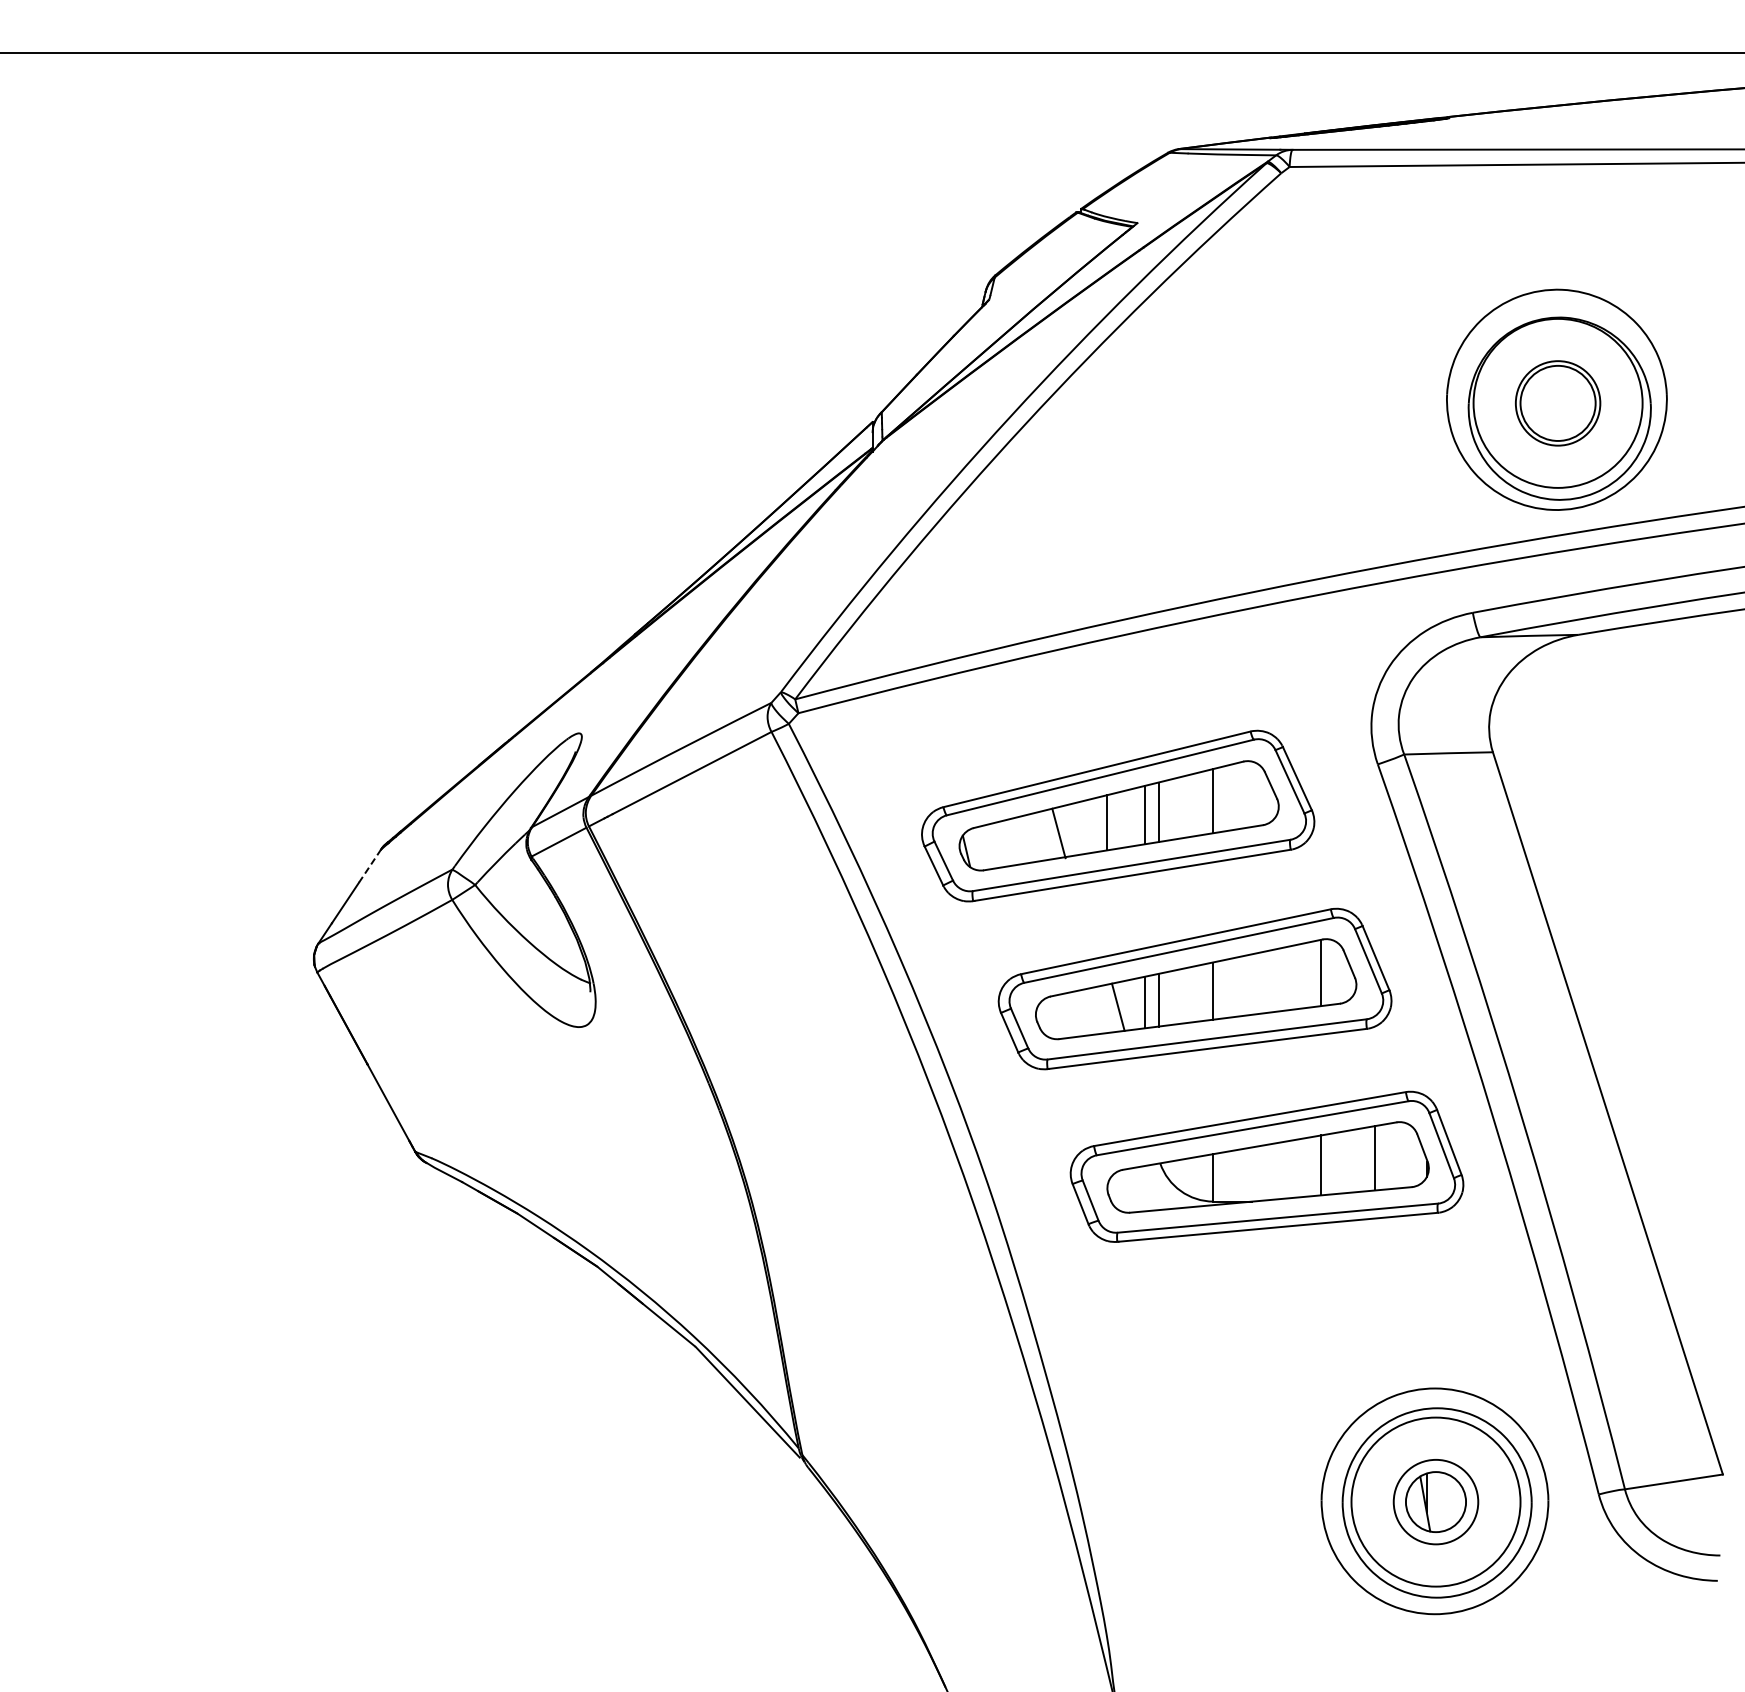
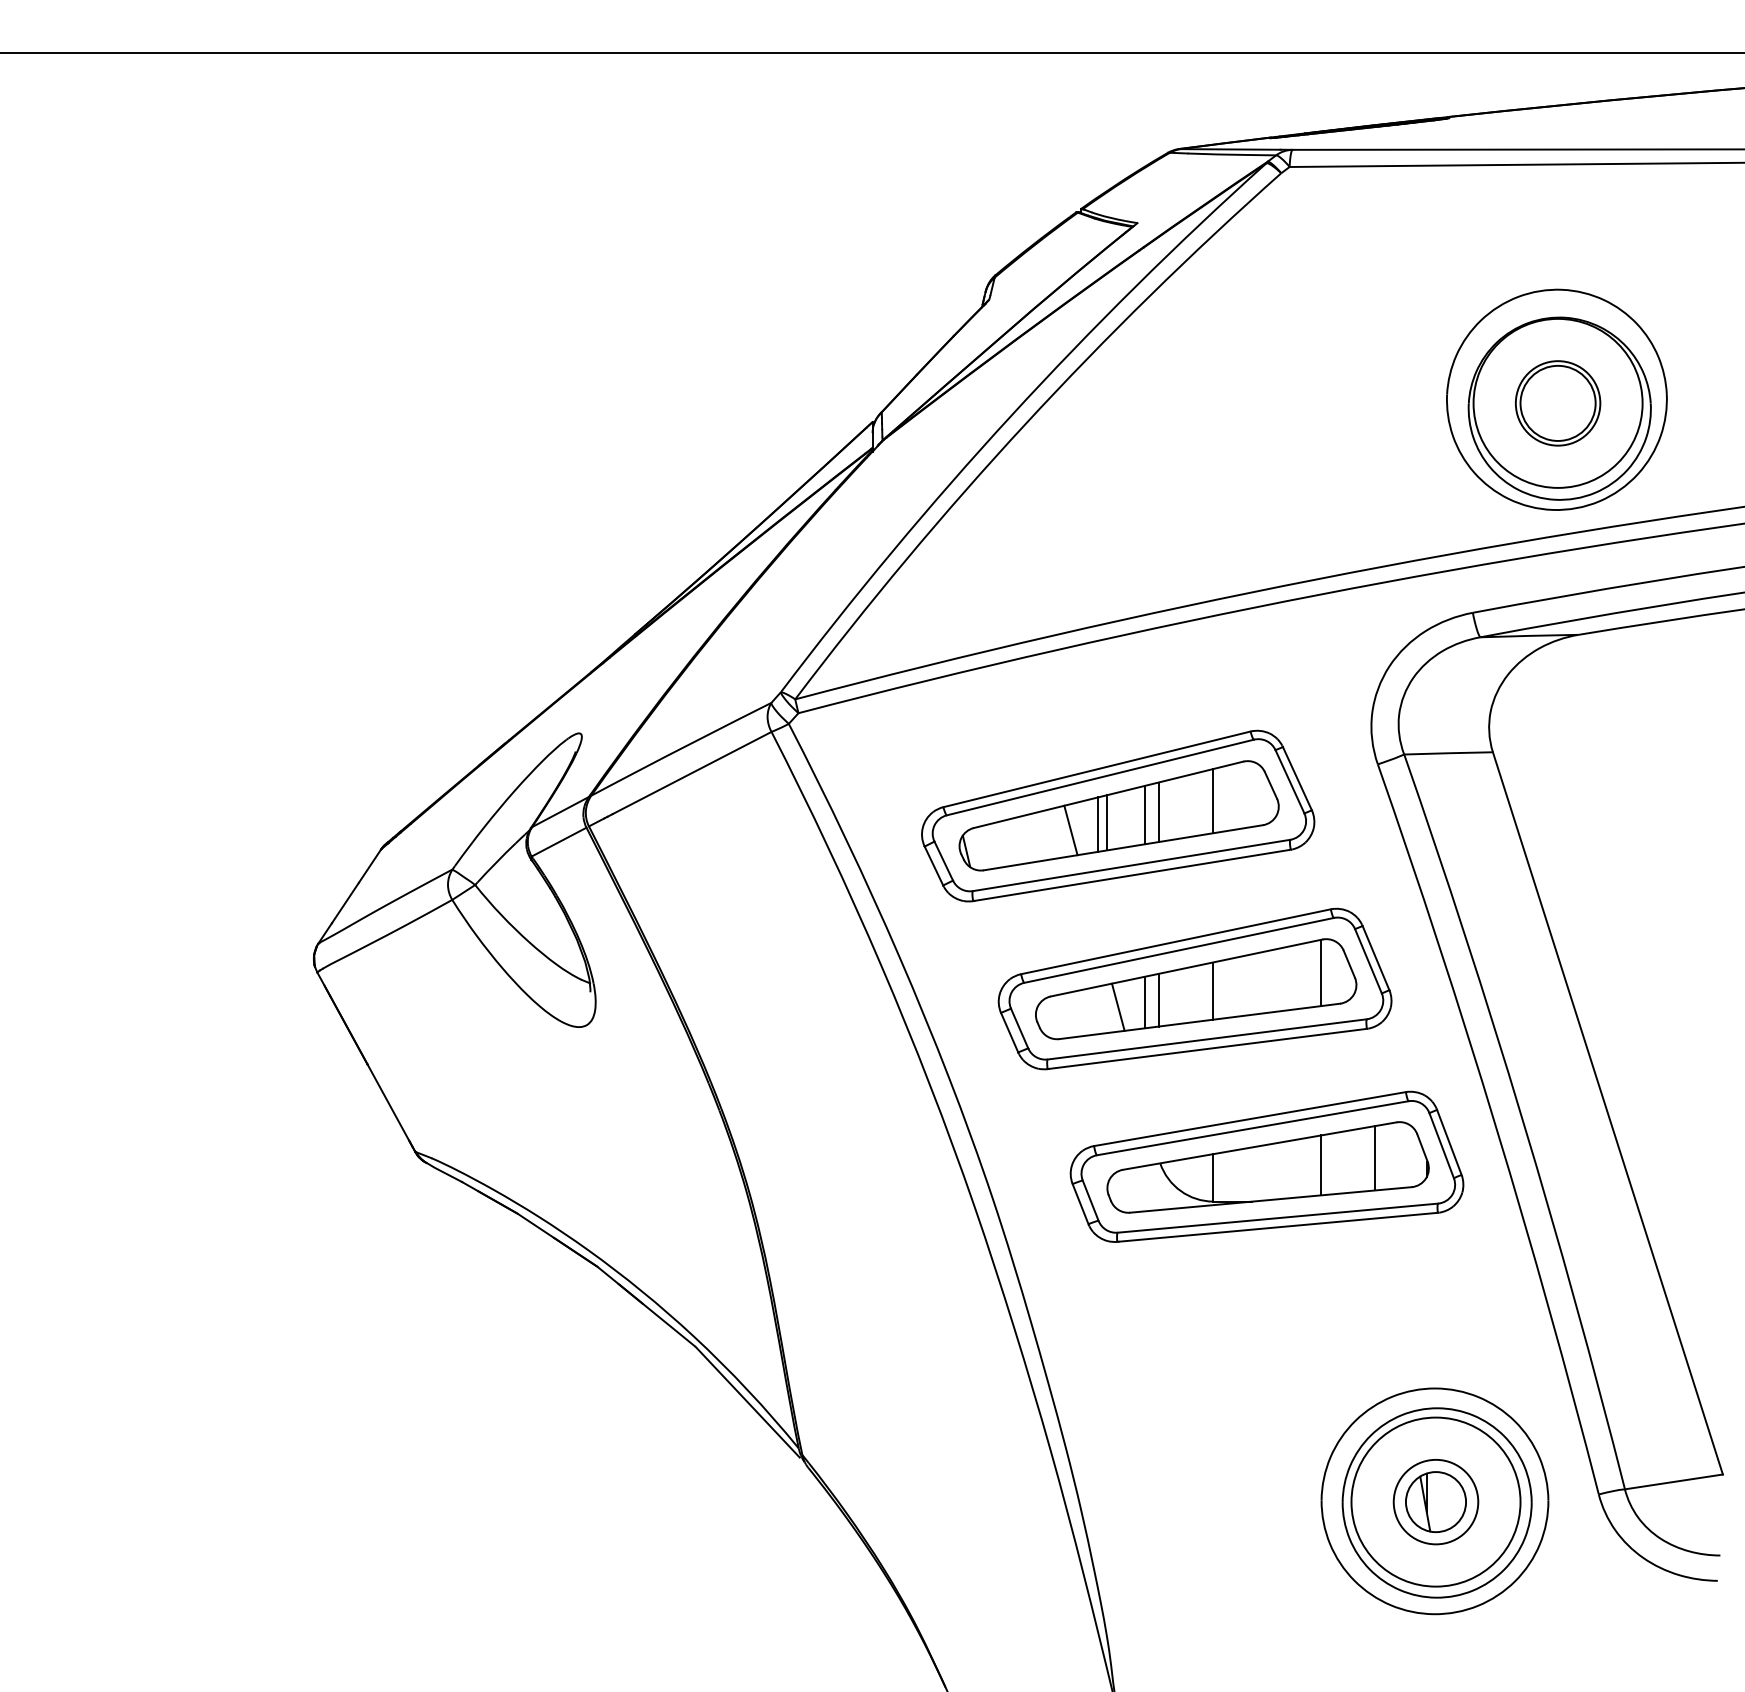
line at (1097, 824): none -> present
line at (1058, 833) position: (1058, 833) -> (1070, 830)
line at (369, 866): dashed -> solid
